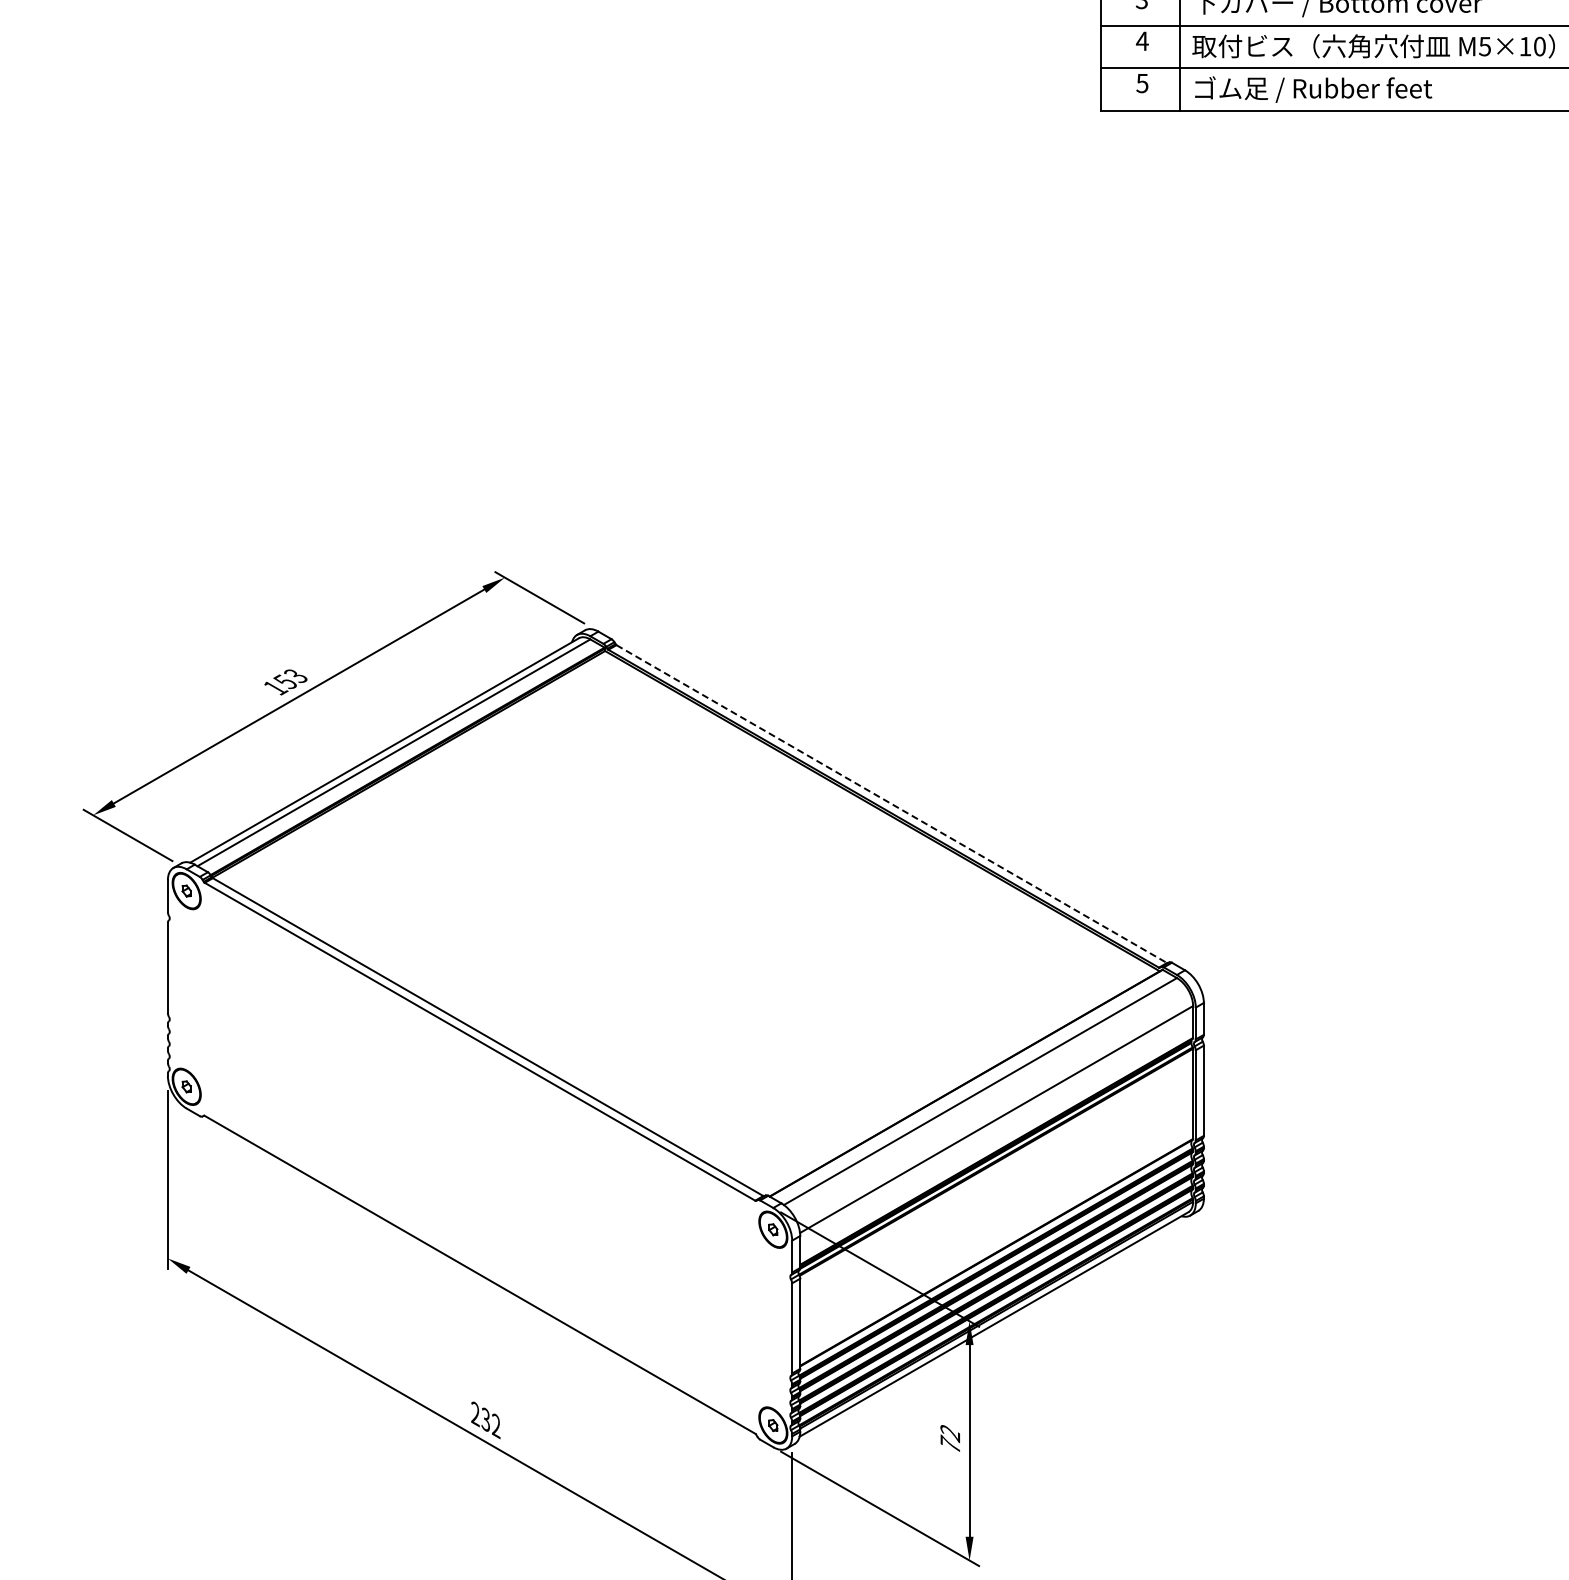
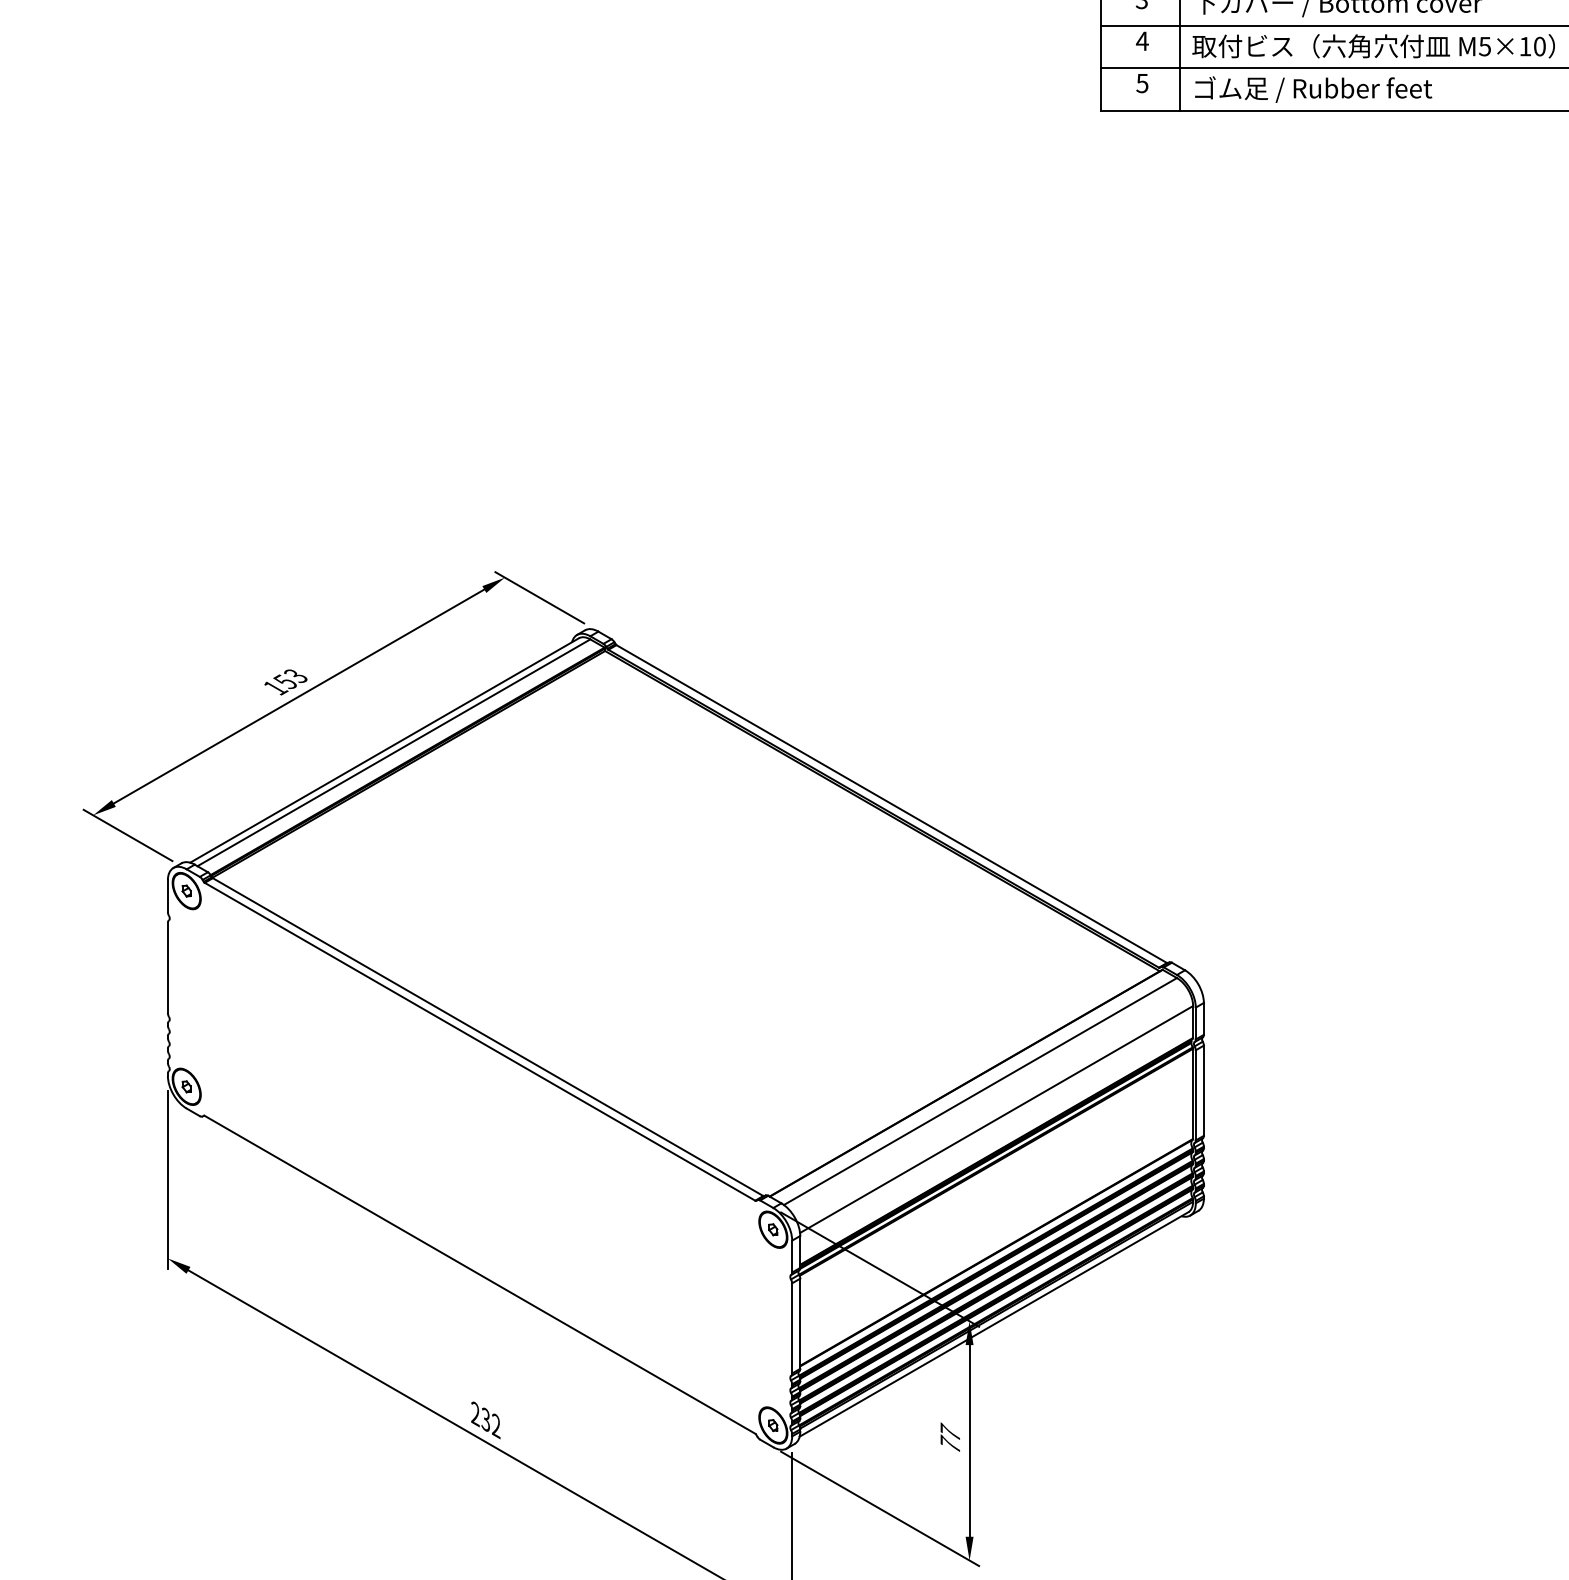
line at (891, 804): dashed -> solid
text at (949, 1432): 72 -> 77
